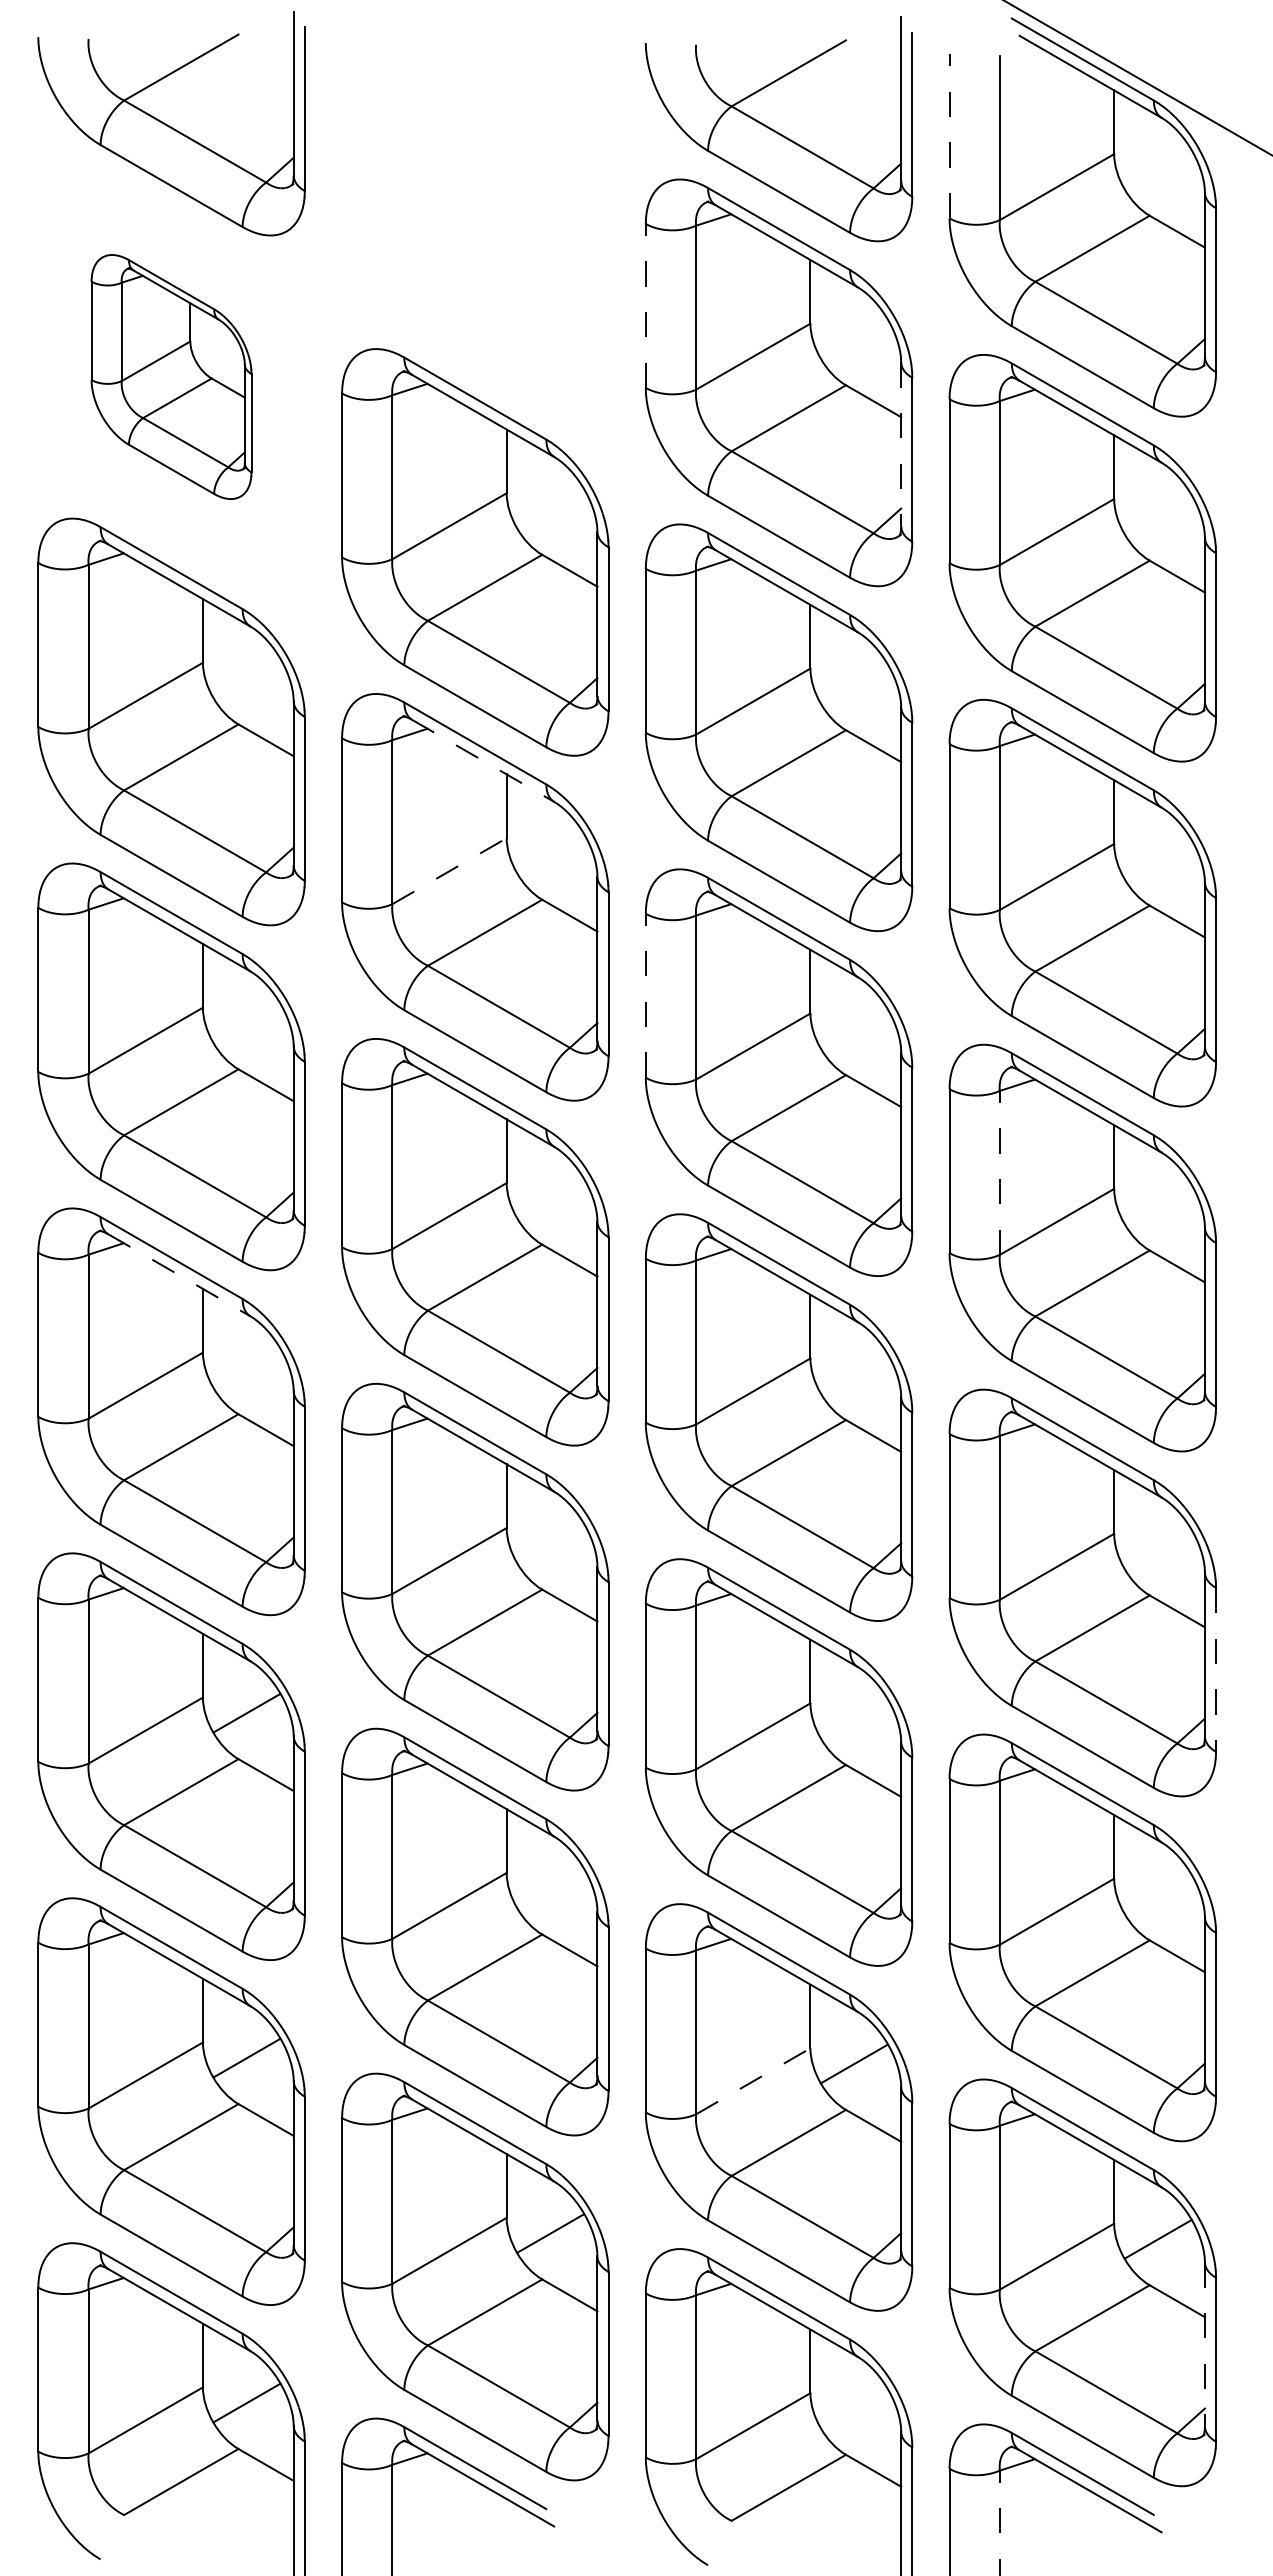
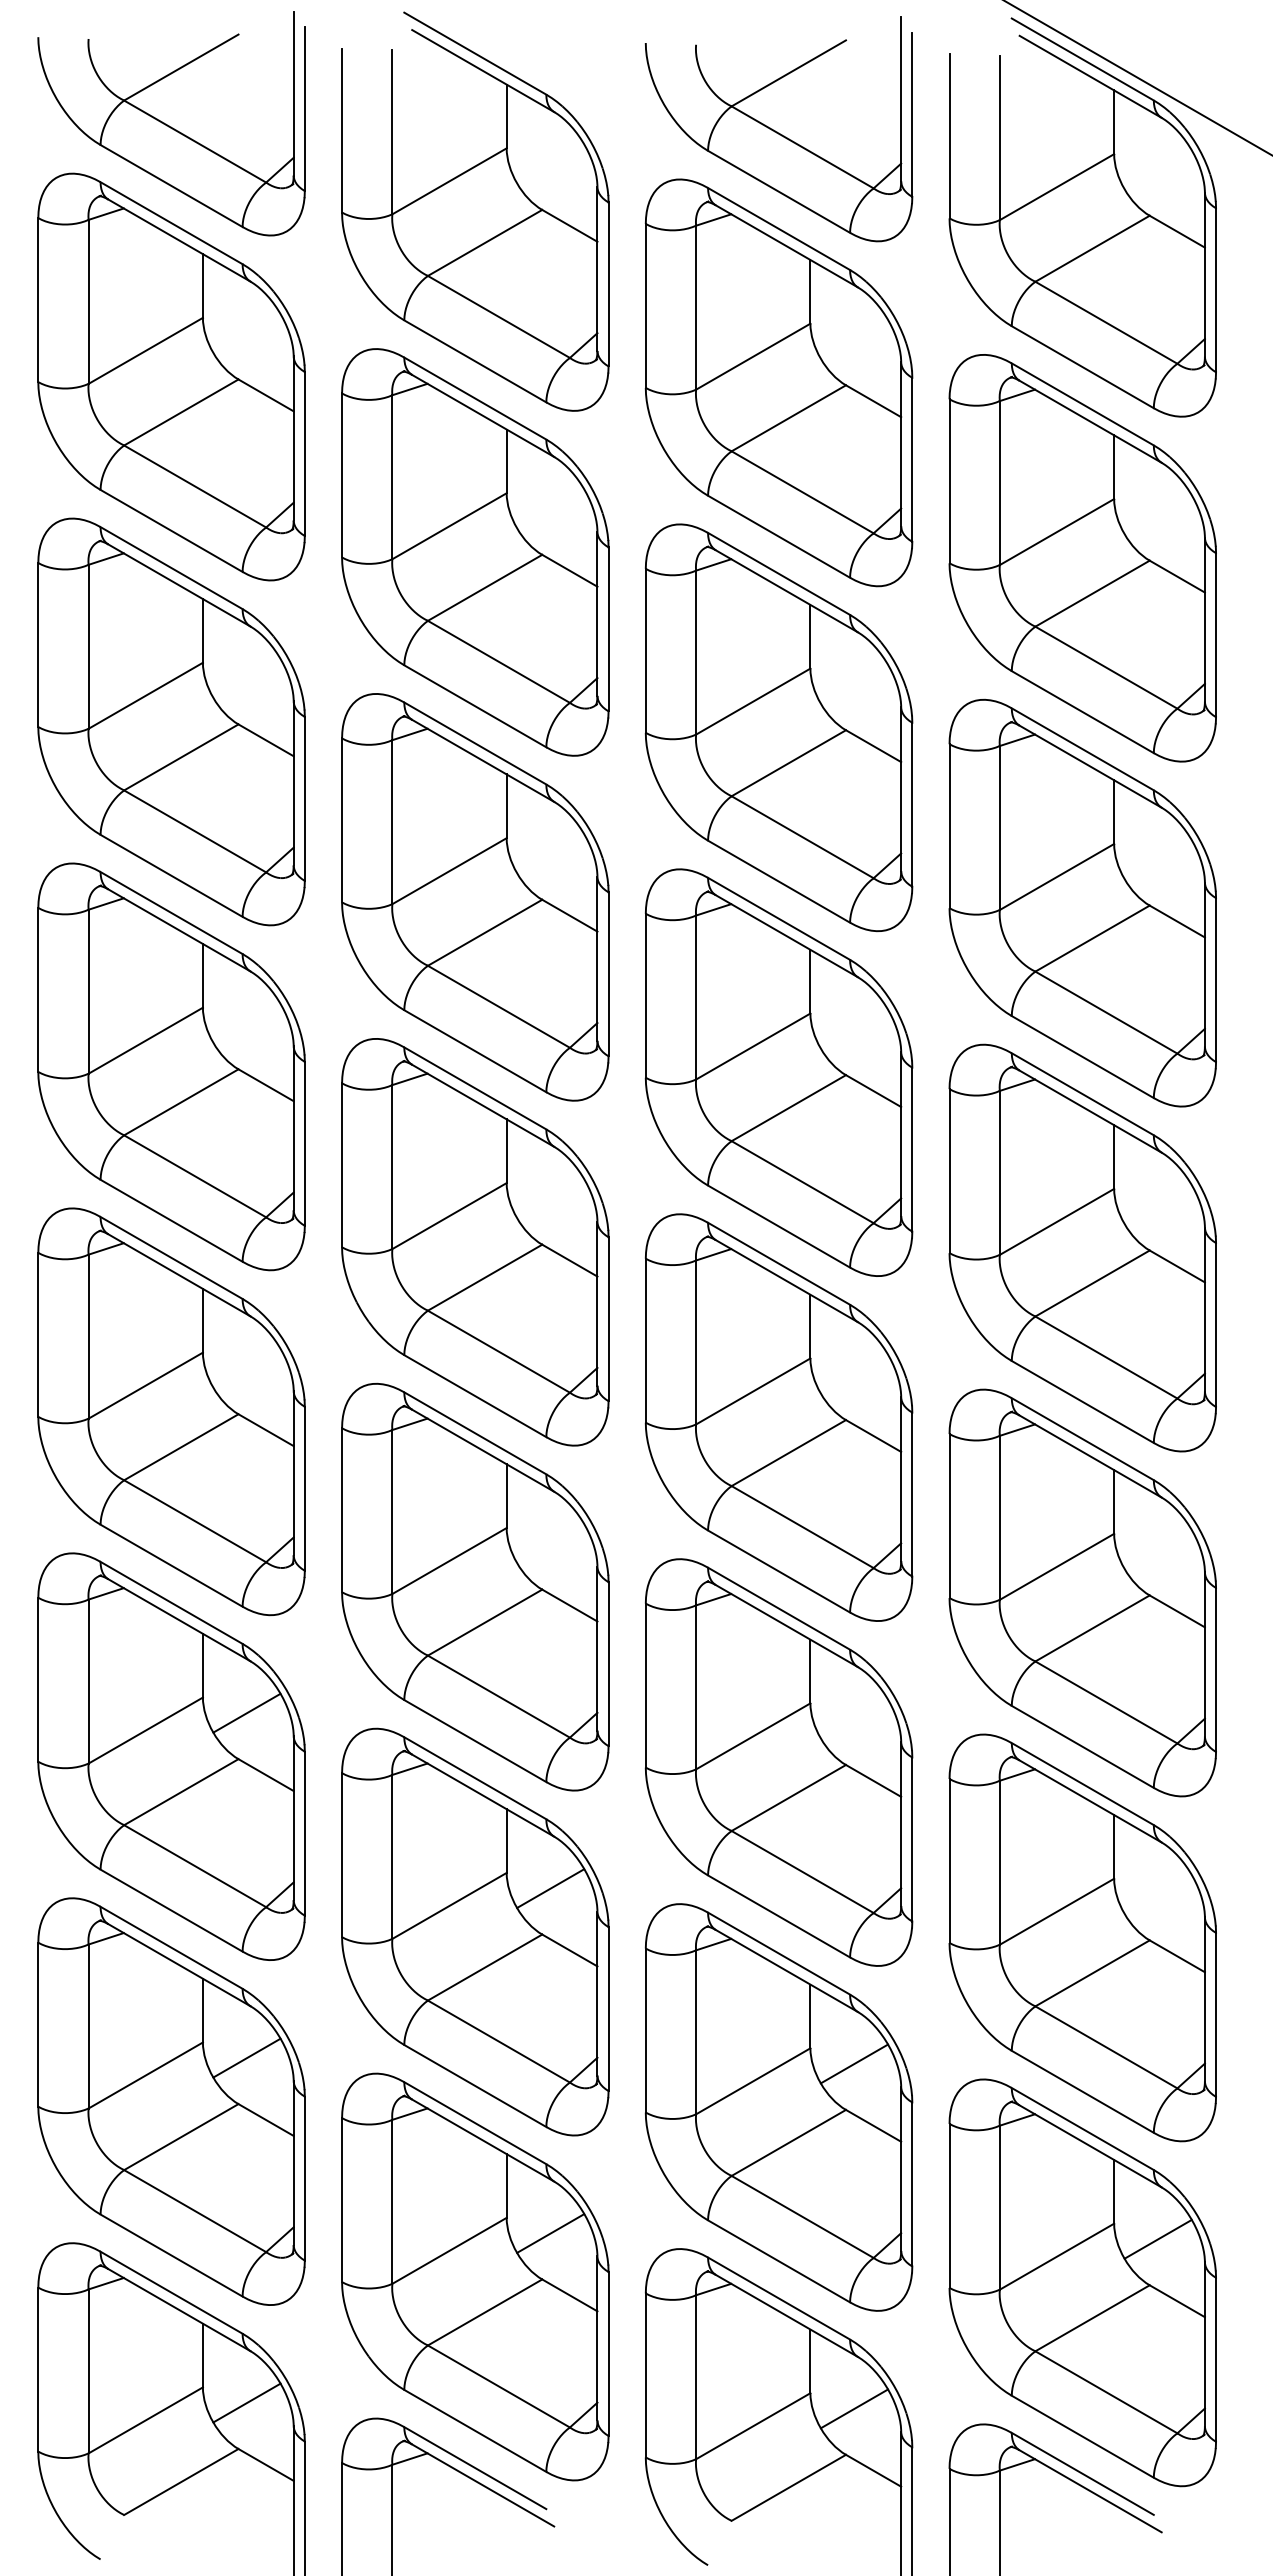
line at (949, 136): dashed -> solid
part at (475, 211): none -> present
line at (645, 305): dashed -> solid
part at (171, 376) size: 163x246 px -> 269x410 px
line at (901, 444): dashed -> solid
line at (483, 760): dashed -> solid
line at (449, 870): dashed -> solid
line at (645, 995): dashed -> solid
line at (999, 1172): dashed -> solid
line at (179, 1275): dashed -> solid
line at (1216, 1669): dashed -> solid
line at (550, 1888): none -> present
line at (753, 2081): dashed -> solid
line at (1204, 2344): dashed -> solid
line at (853, 2408): none -> present
line at (999, 2522): dashed -> solid
